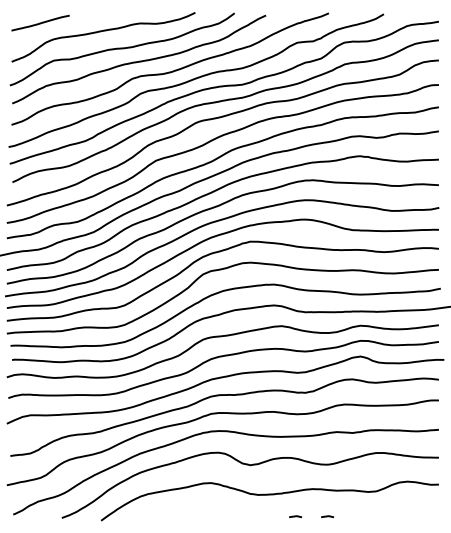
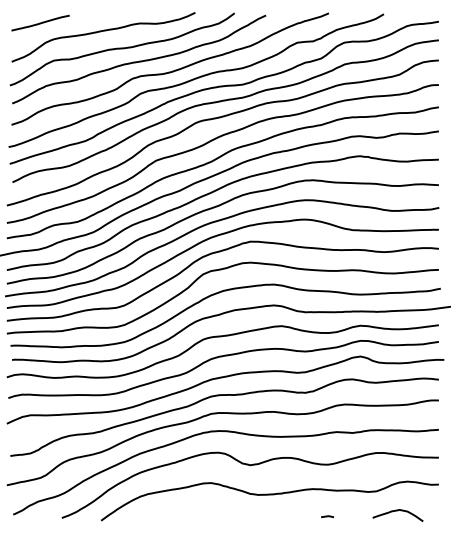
curve at (397, 511): none -> present
line at (295, 516): present -> none
